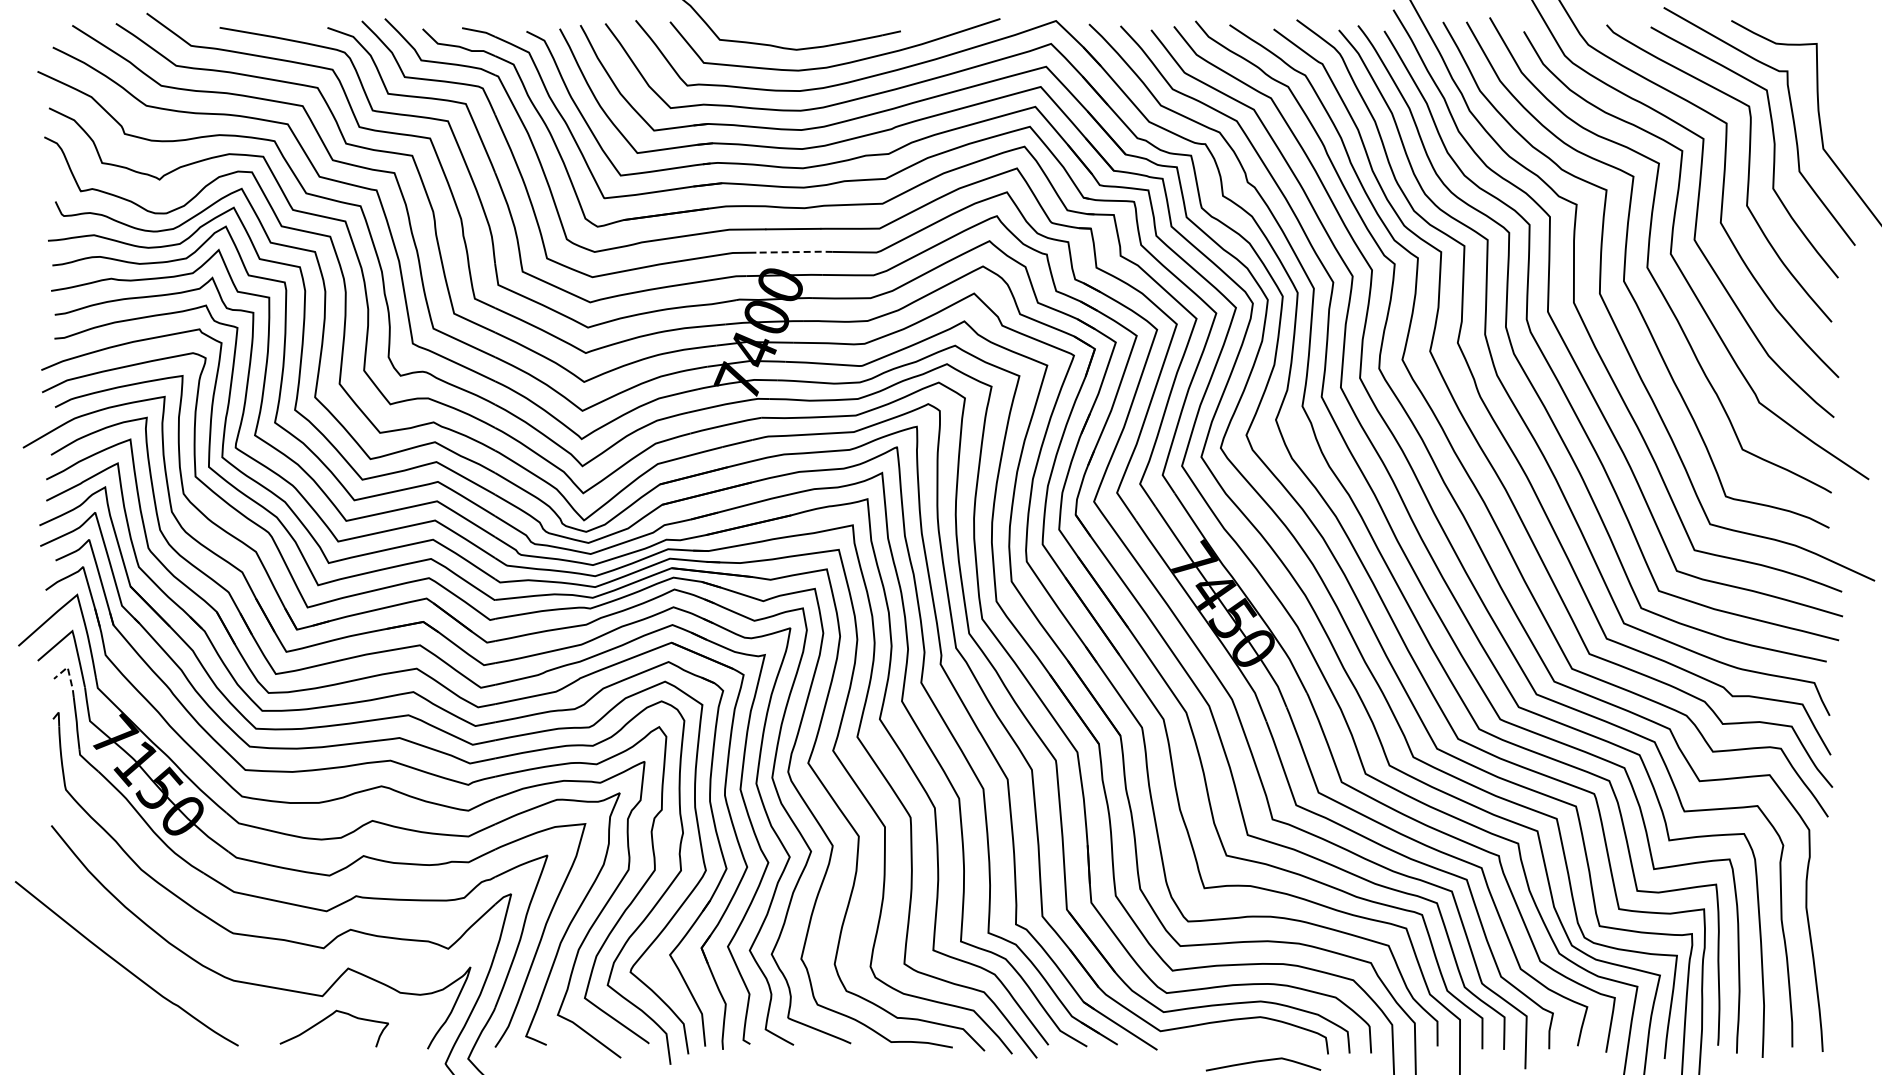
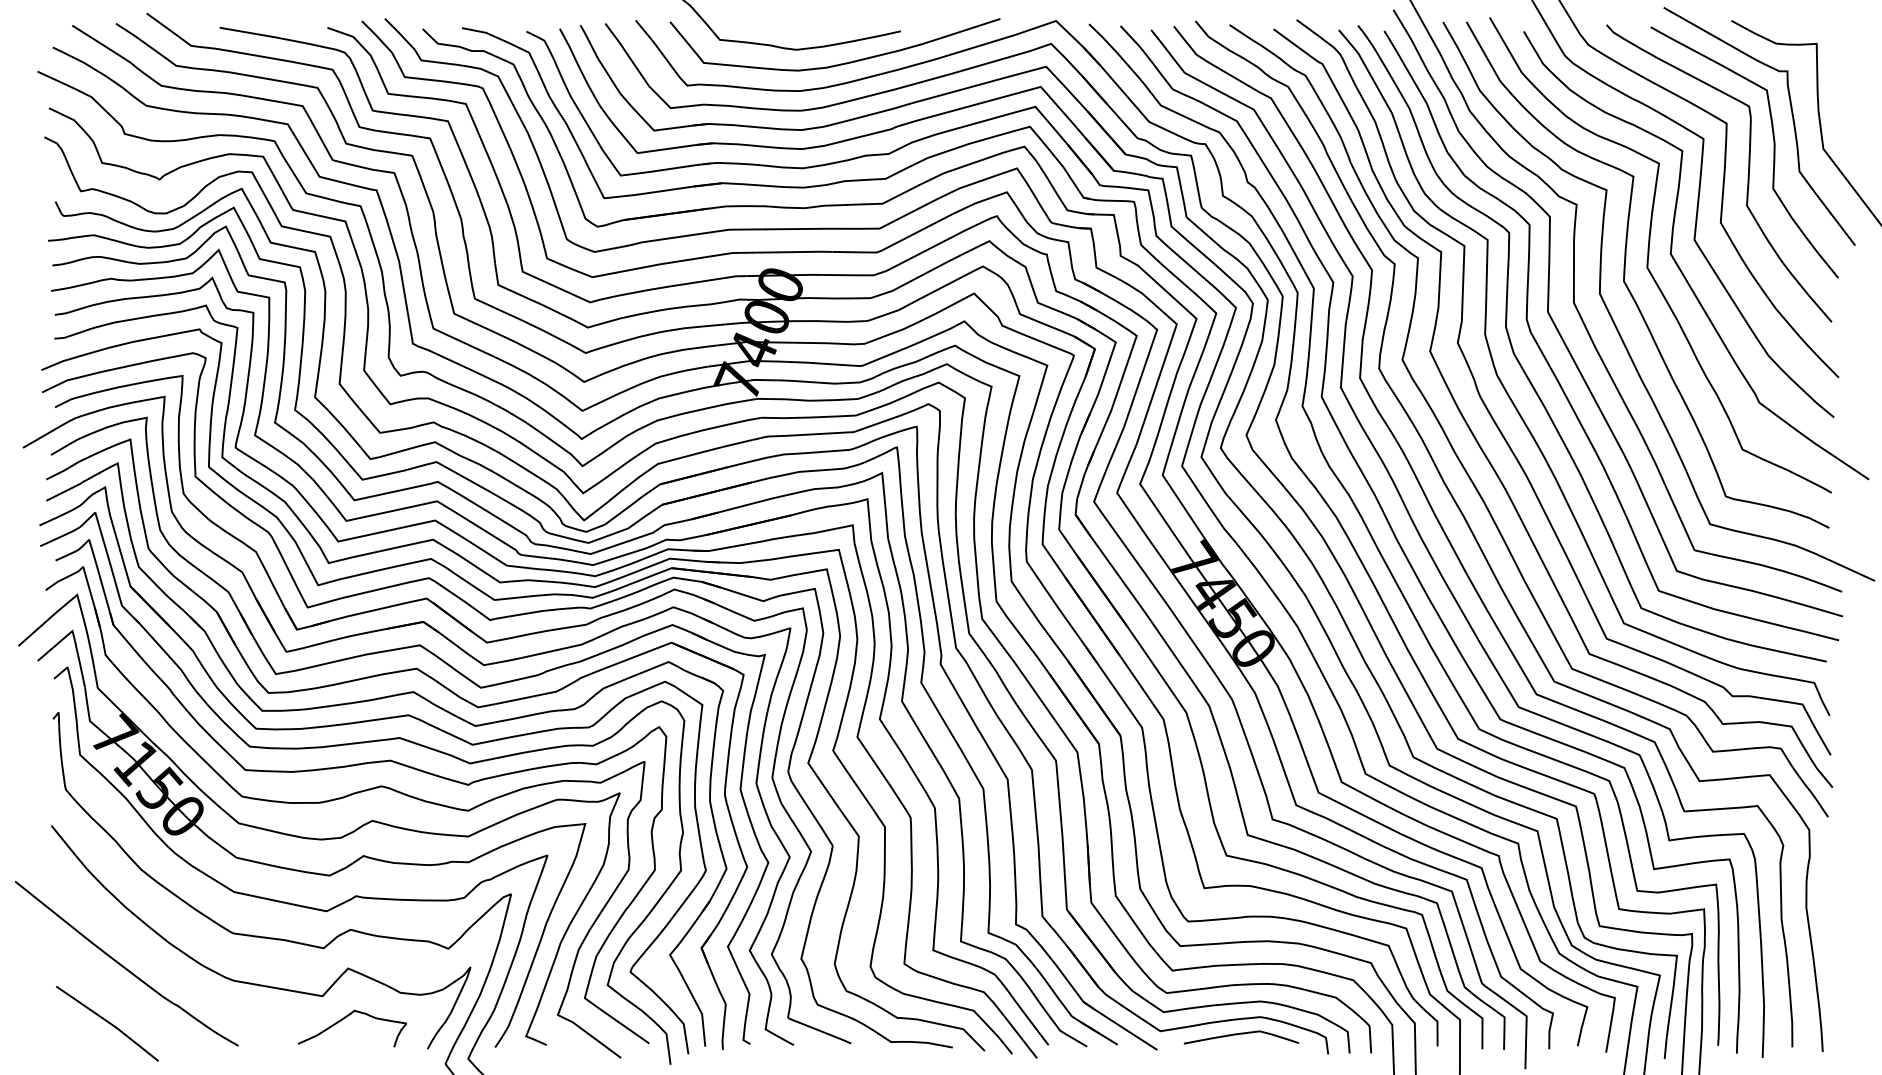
line at (795, 252): dashed -> solid
line at (69, 673): dashed -> solid
curve at (327, 1018) position: (327, 1018) -> (345, 1018)
line at (107, 1022): none -> present
curve at (1263, 1061) position: (1263, 1061) -> (1241, 1034)
